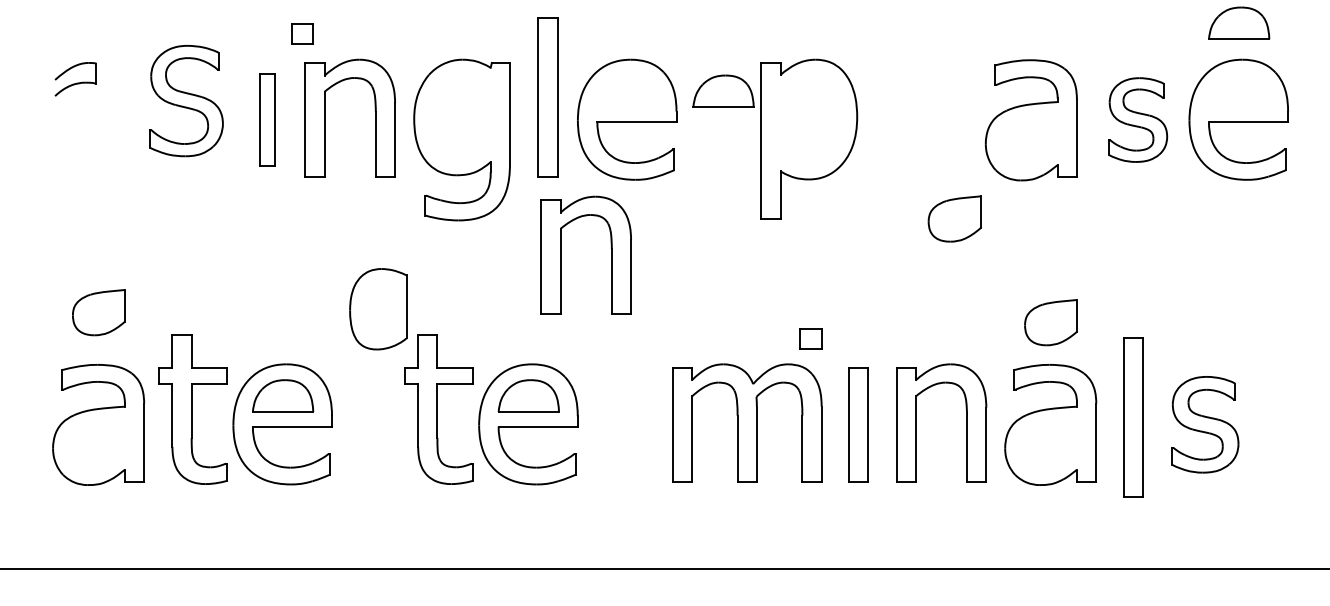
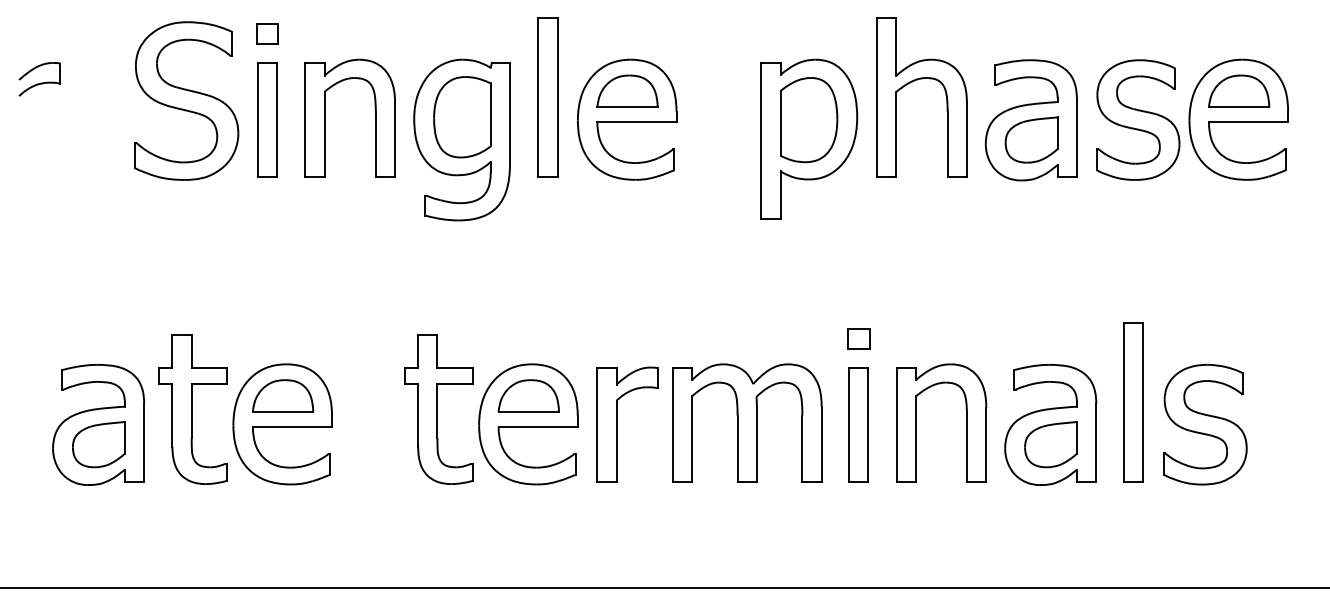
part at (1239, 22) position: (1239, 22) -> (1239, 90)
part at (302, 33) position: (302, 33) -> (267, 33)
part at (75, 79) position: (75, 79) -> (39, 79)
part at (917, 80): none -> present
part at (723, 90) position: (723, 90) -> (627, 90)
part at (186, 101) size: 75x113 px -> 106x160 px
part at (267, 119) size: 17x94 px -> 21x116 px
part at (1138, 119) size: 61x86 px -> 85x122 px
part at (809, 120): none -> present
part at (954, 218) position: (954, 218) -> (1031, 139)
part at (561, 254): present -> none
part at (378, 309) position: (378, 309) -> (462, 117)
part at (98, 312) position: (98, 312) -> (98, 444)
part at (1050, 322) position: (1050, 322) -> (1050, 444)
part at (810, 338) position: (810, 338) -> (858, 338)
part at (1133, 417) position: (1133, 417) -> (1133, 402)
part at (617, 424): none -> present
part at (1205, 424) size: 69x98 px -> 85x122 px
line at (664, 568) position: (664, 568) -> (664, 587)
